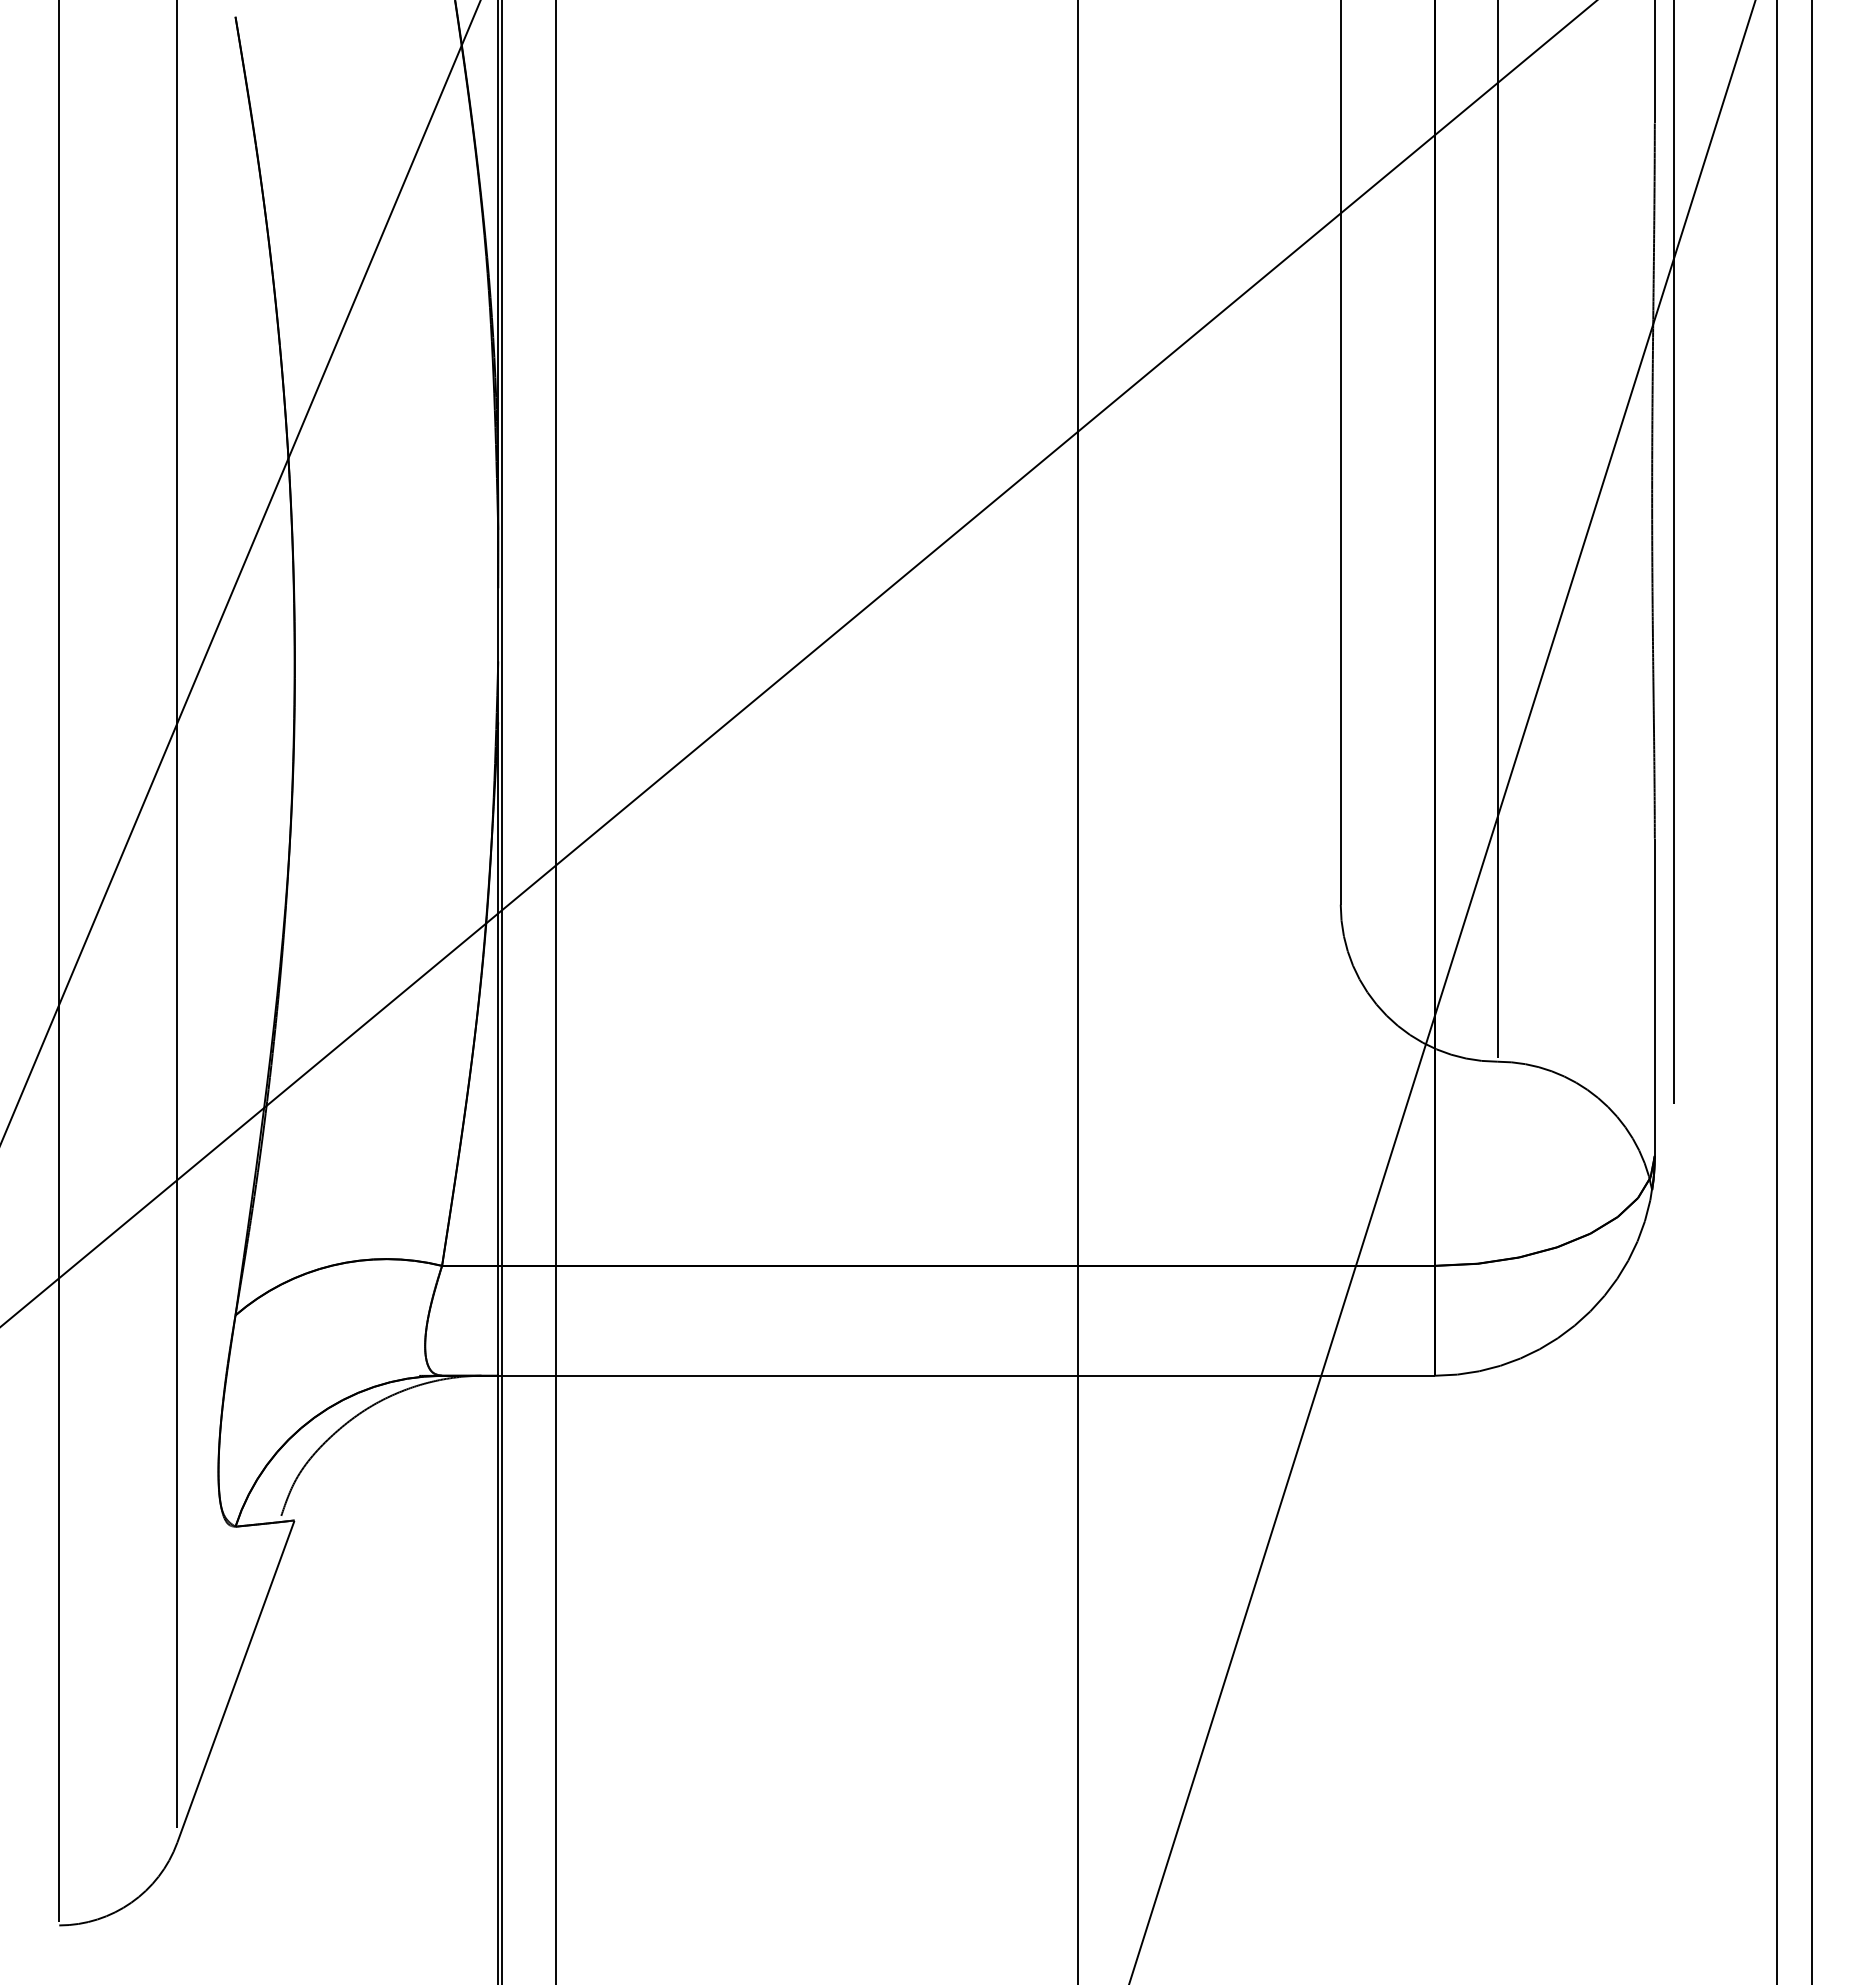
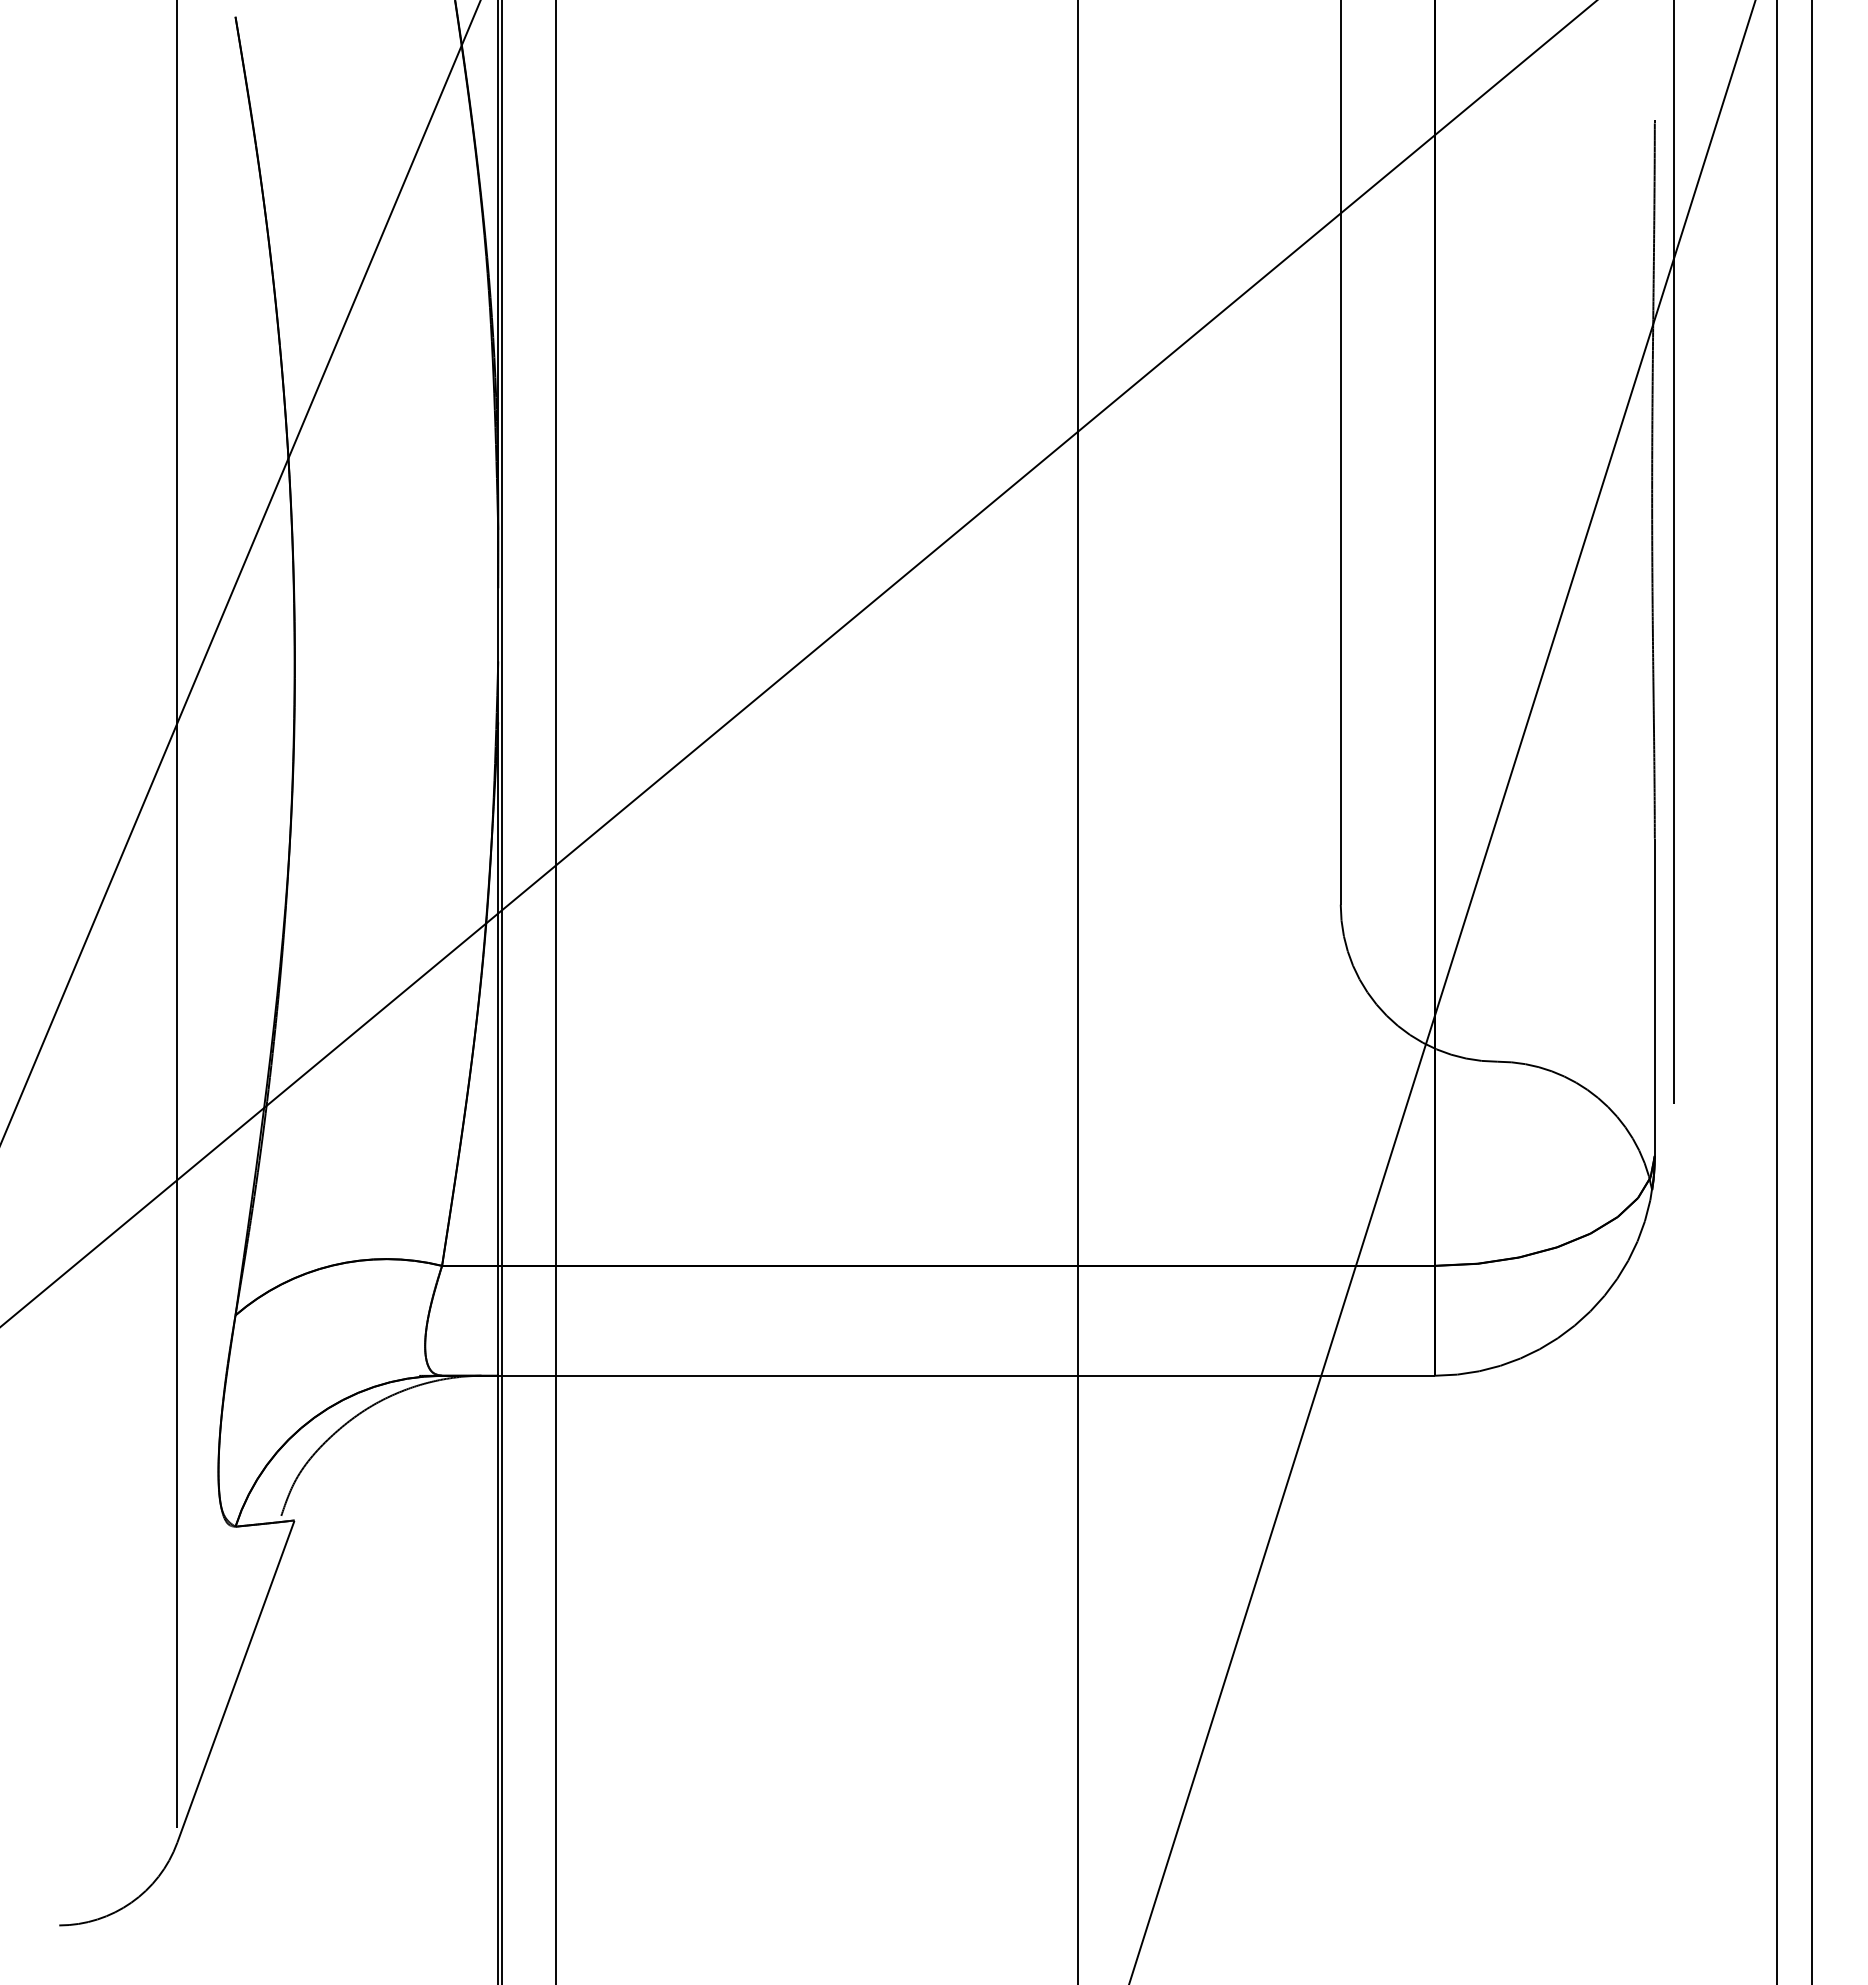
line at (1654, 60): present -> none
line at (1497, 530): present -> none
line at (59, 961): present -> none
